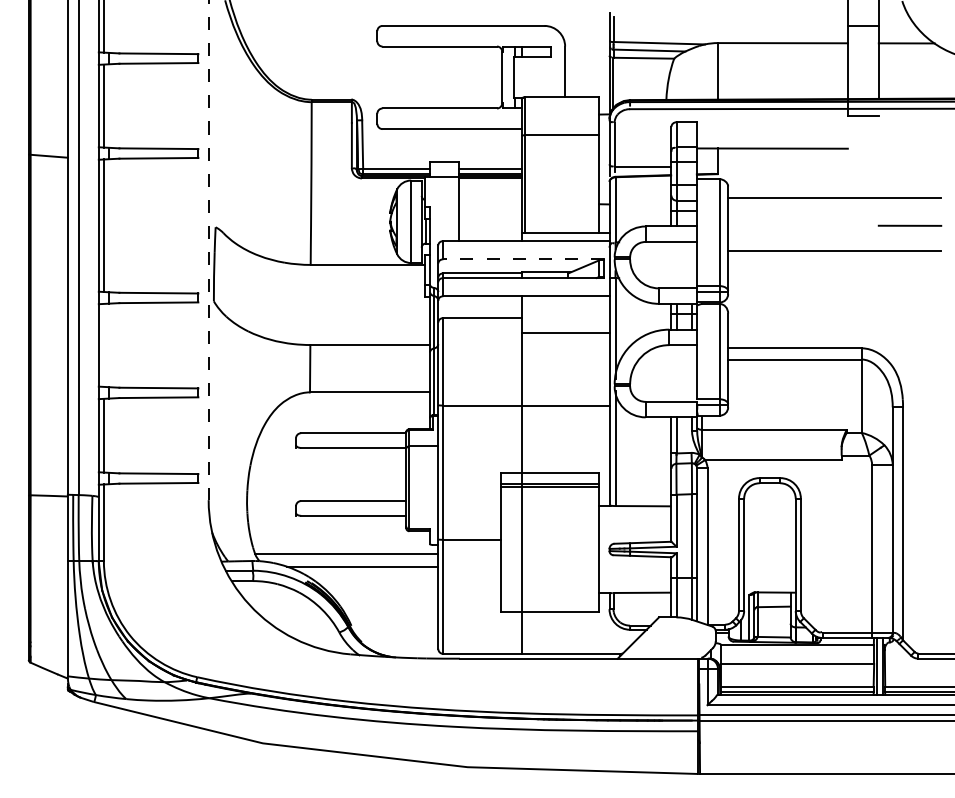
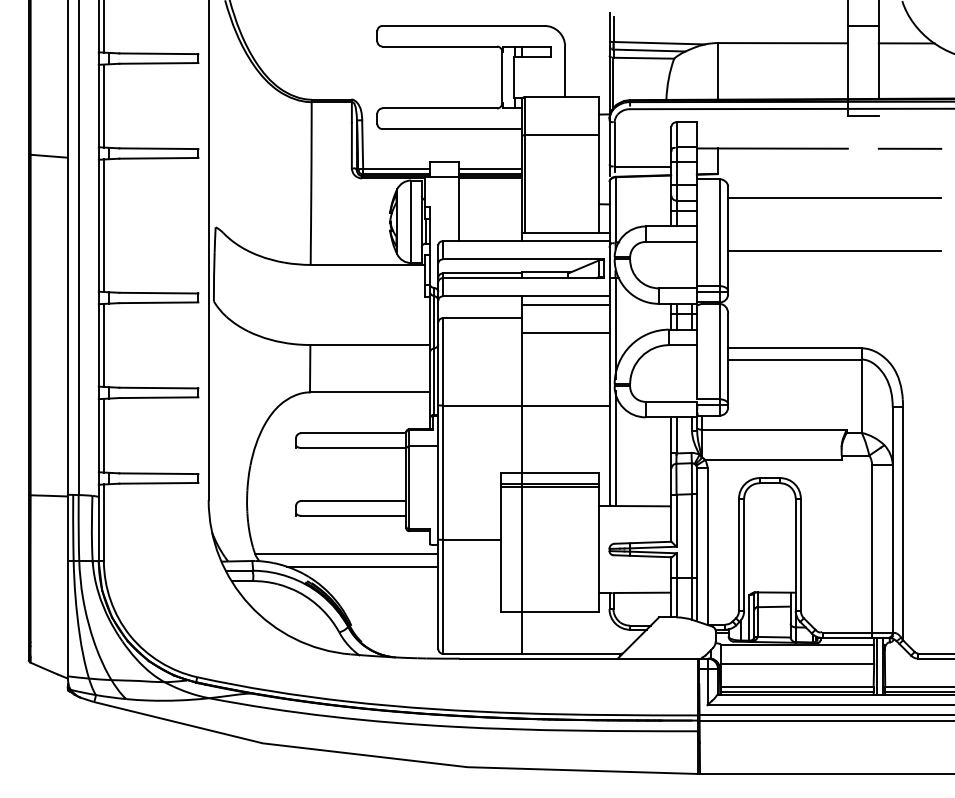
line at (909, 225) position: (909, 225) -> (909, 148)
line at (208, 250): dashed -> solid
line at (523, 259): dashed -> solid
line at (565, 304): none -> present
line at (103, 344): none -> present
